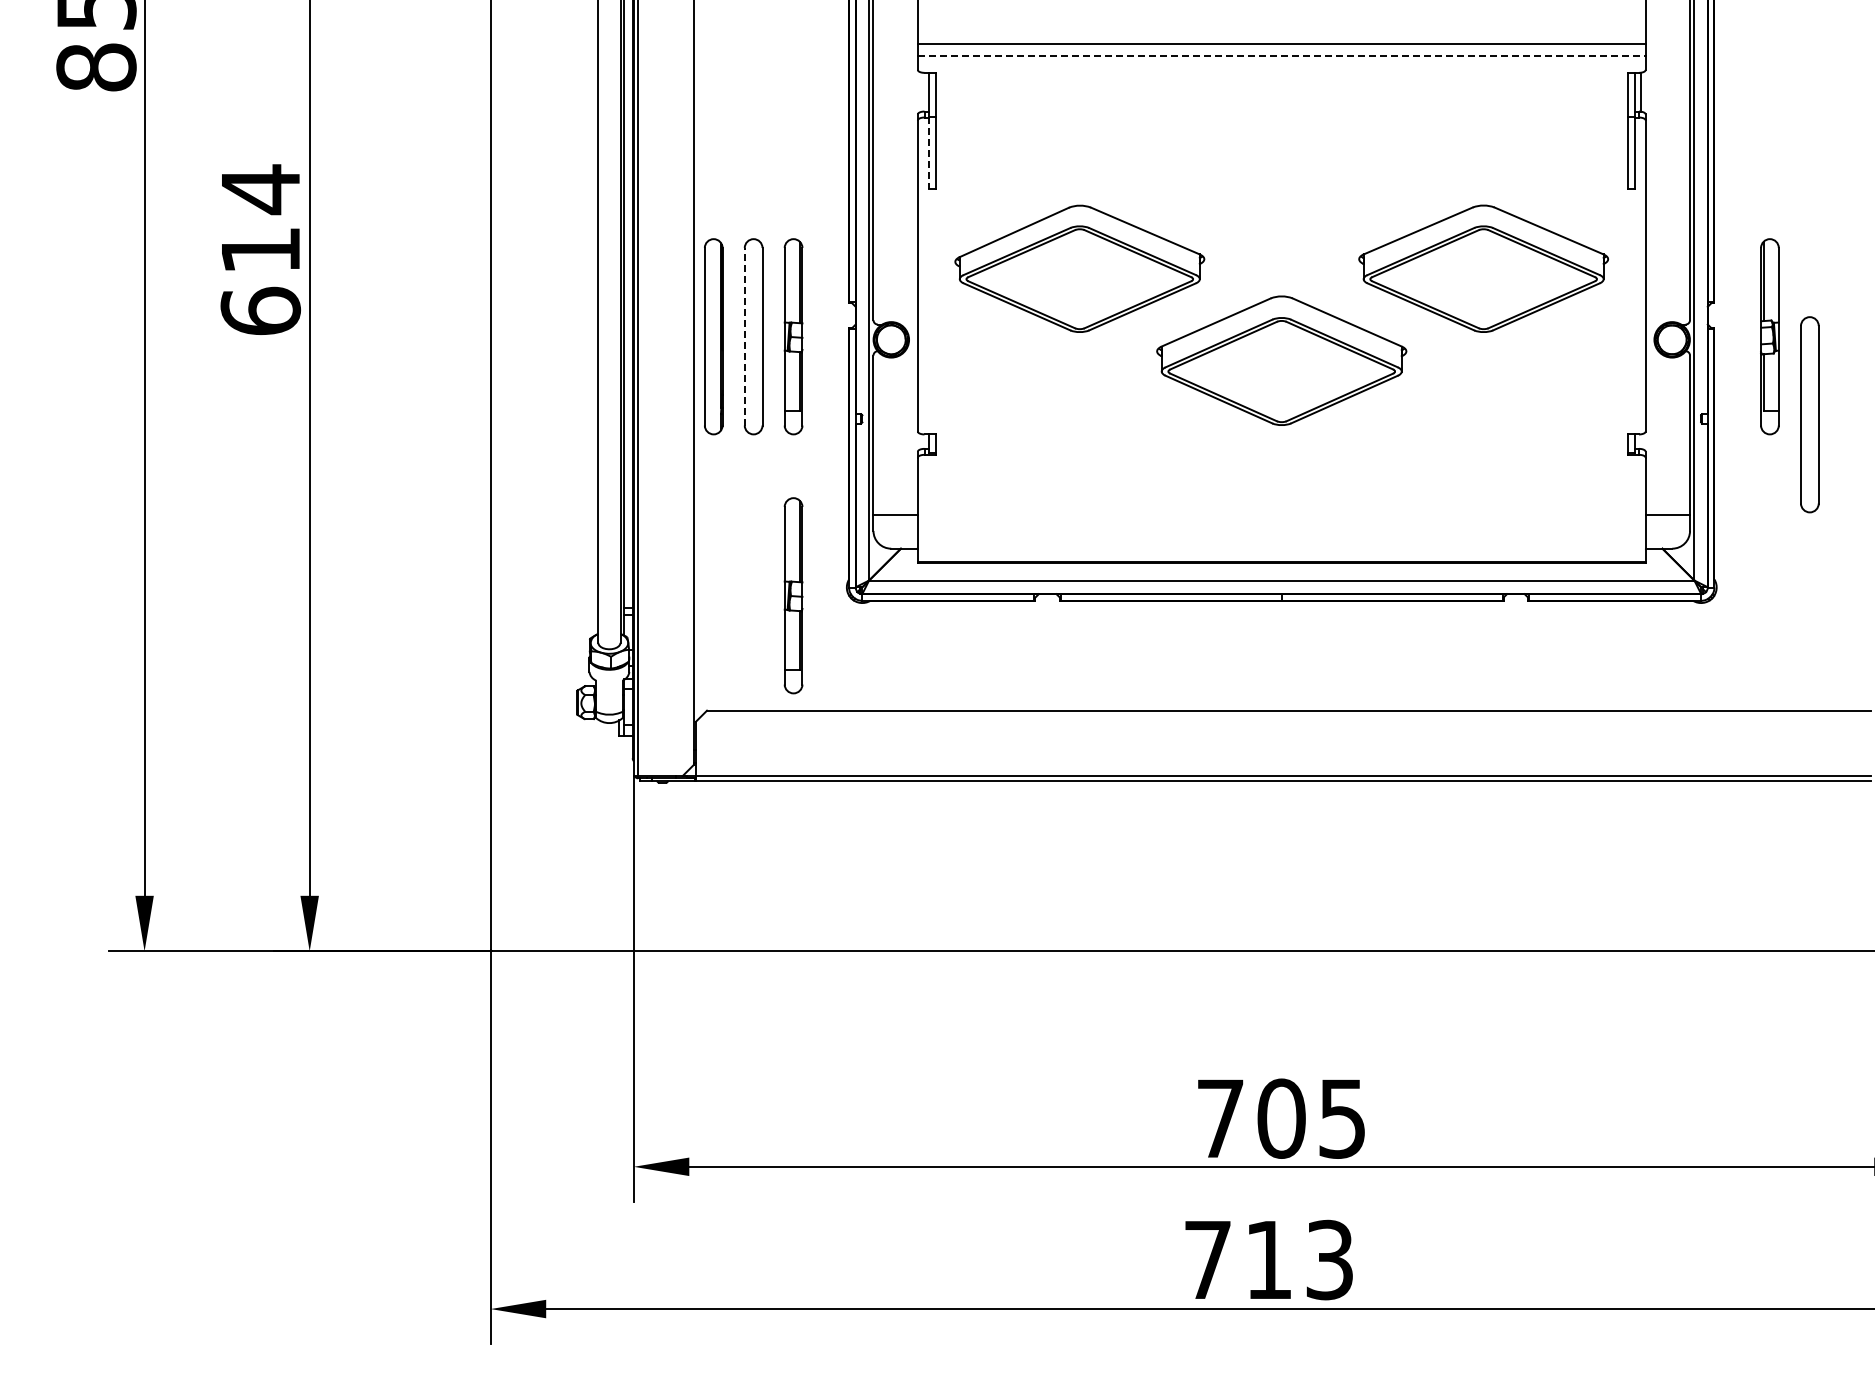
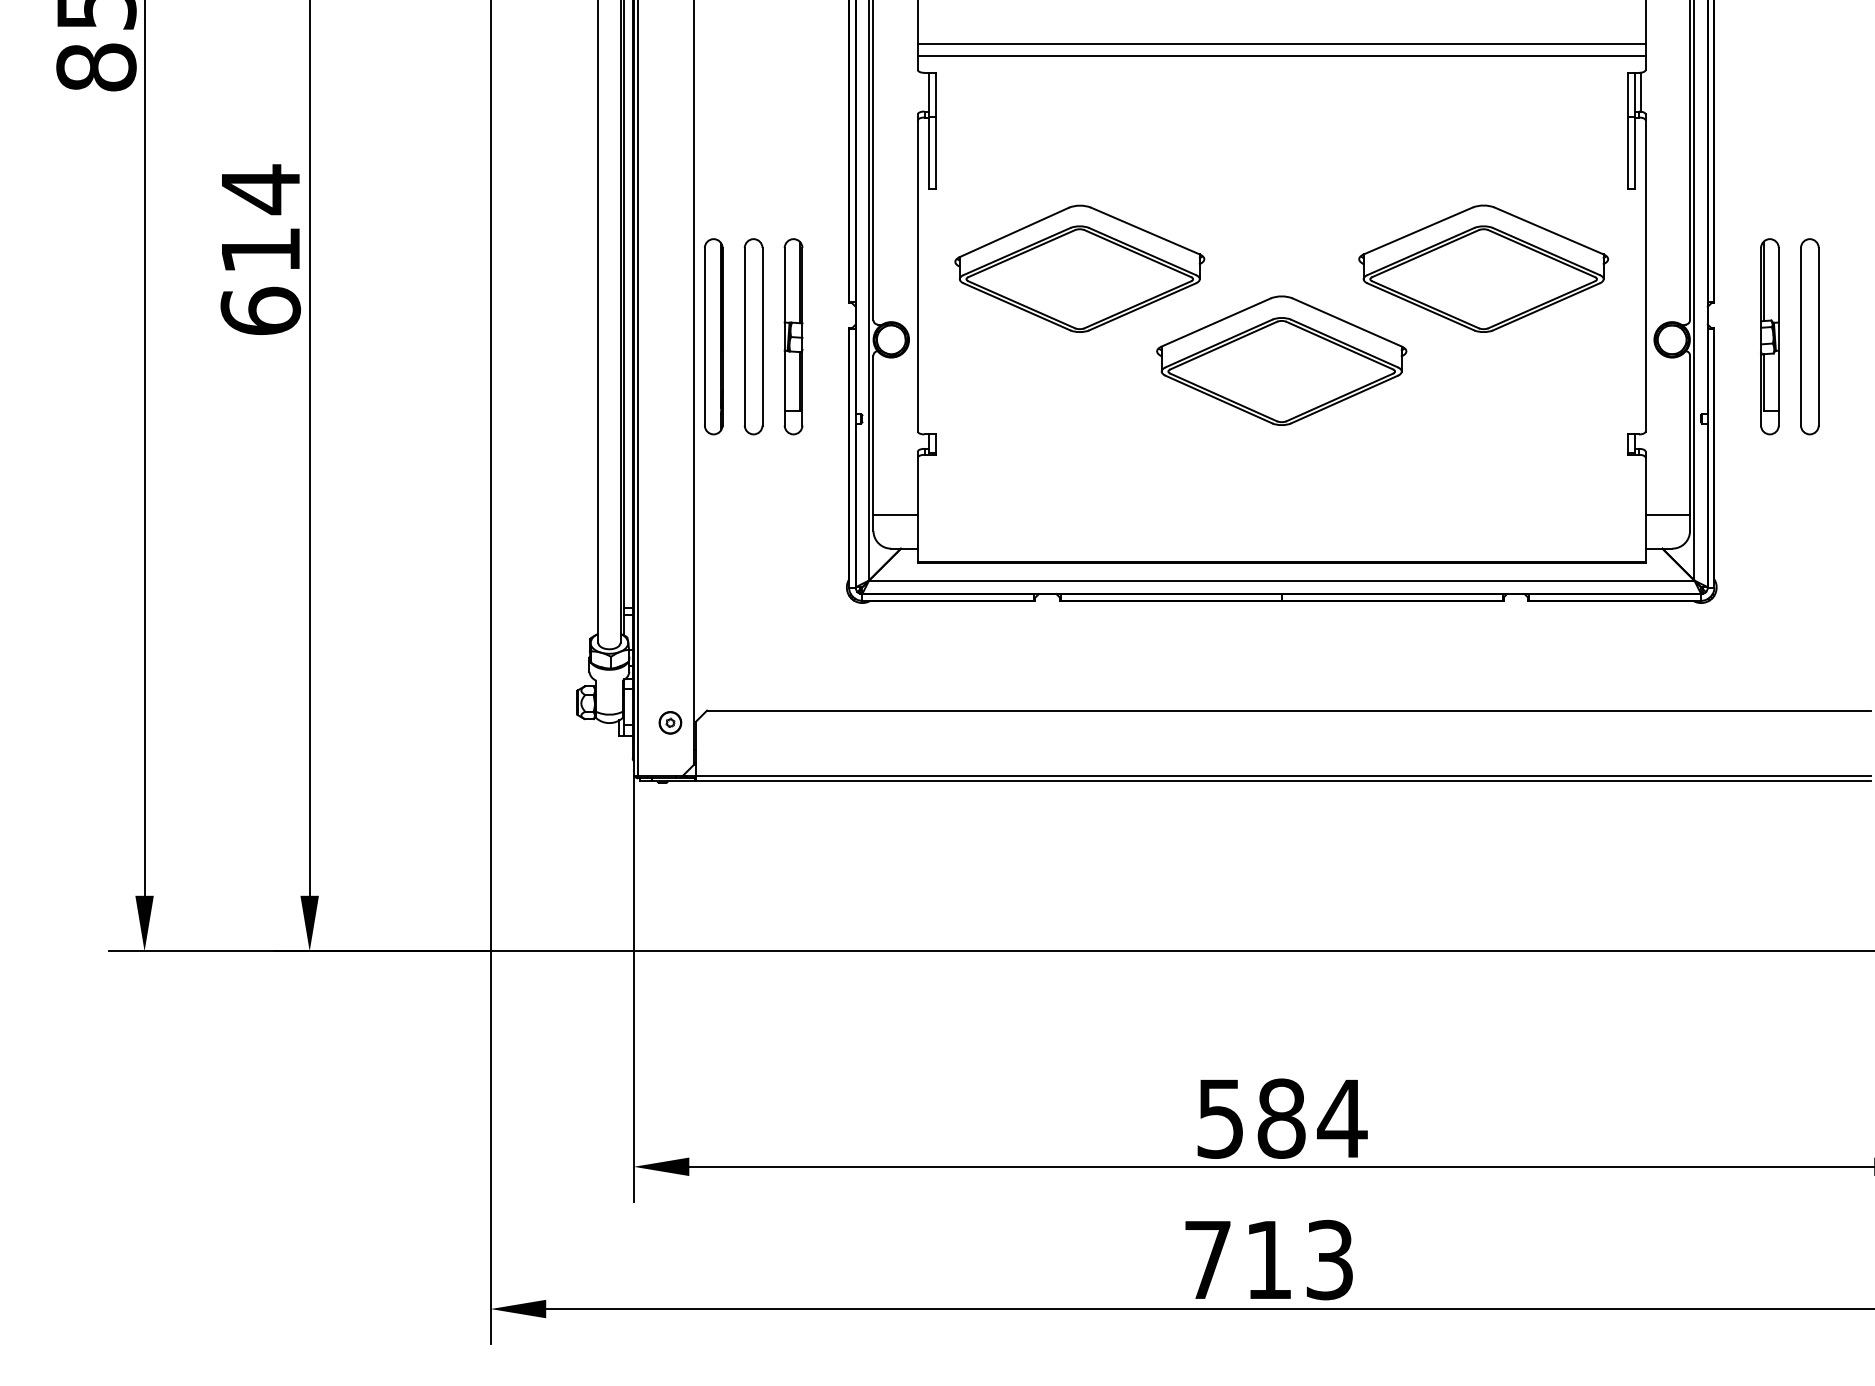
line at (1281, 56): dashed -> solid
line at (928, 152): dashed -> solid
line at (744, 336): dashed -> solid
part at (1809, 414) position: (1809, 414) -> (1809, 336)
part at (793, 595): present -> none
part at (670, 722): none -> present
text at (1282, 1118): 705 -> 584
